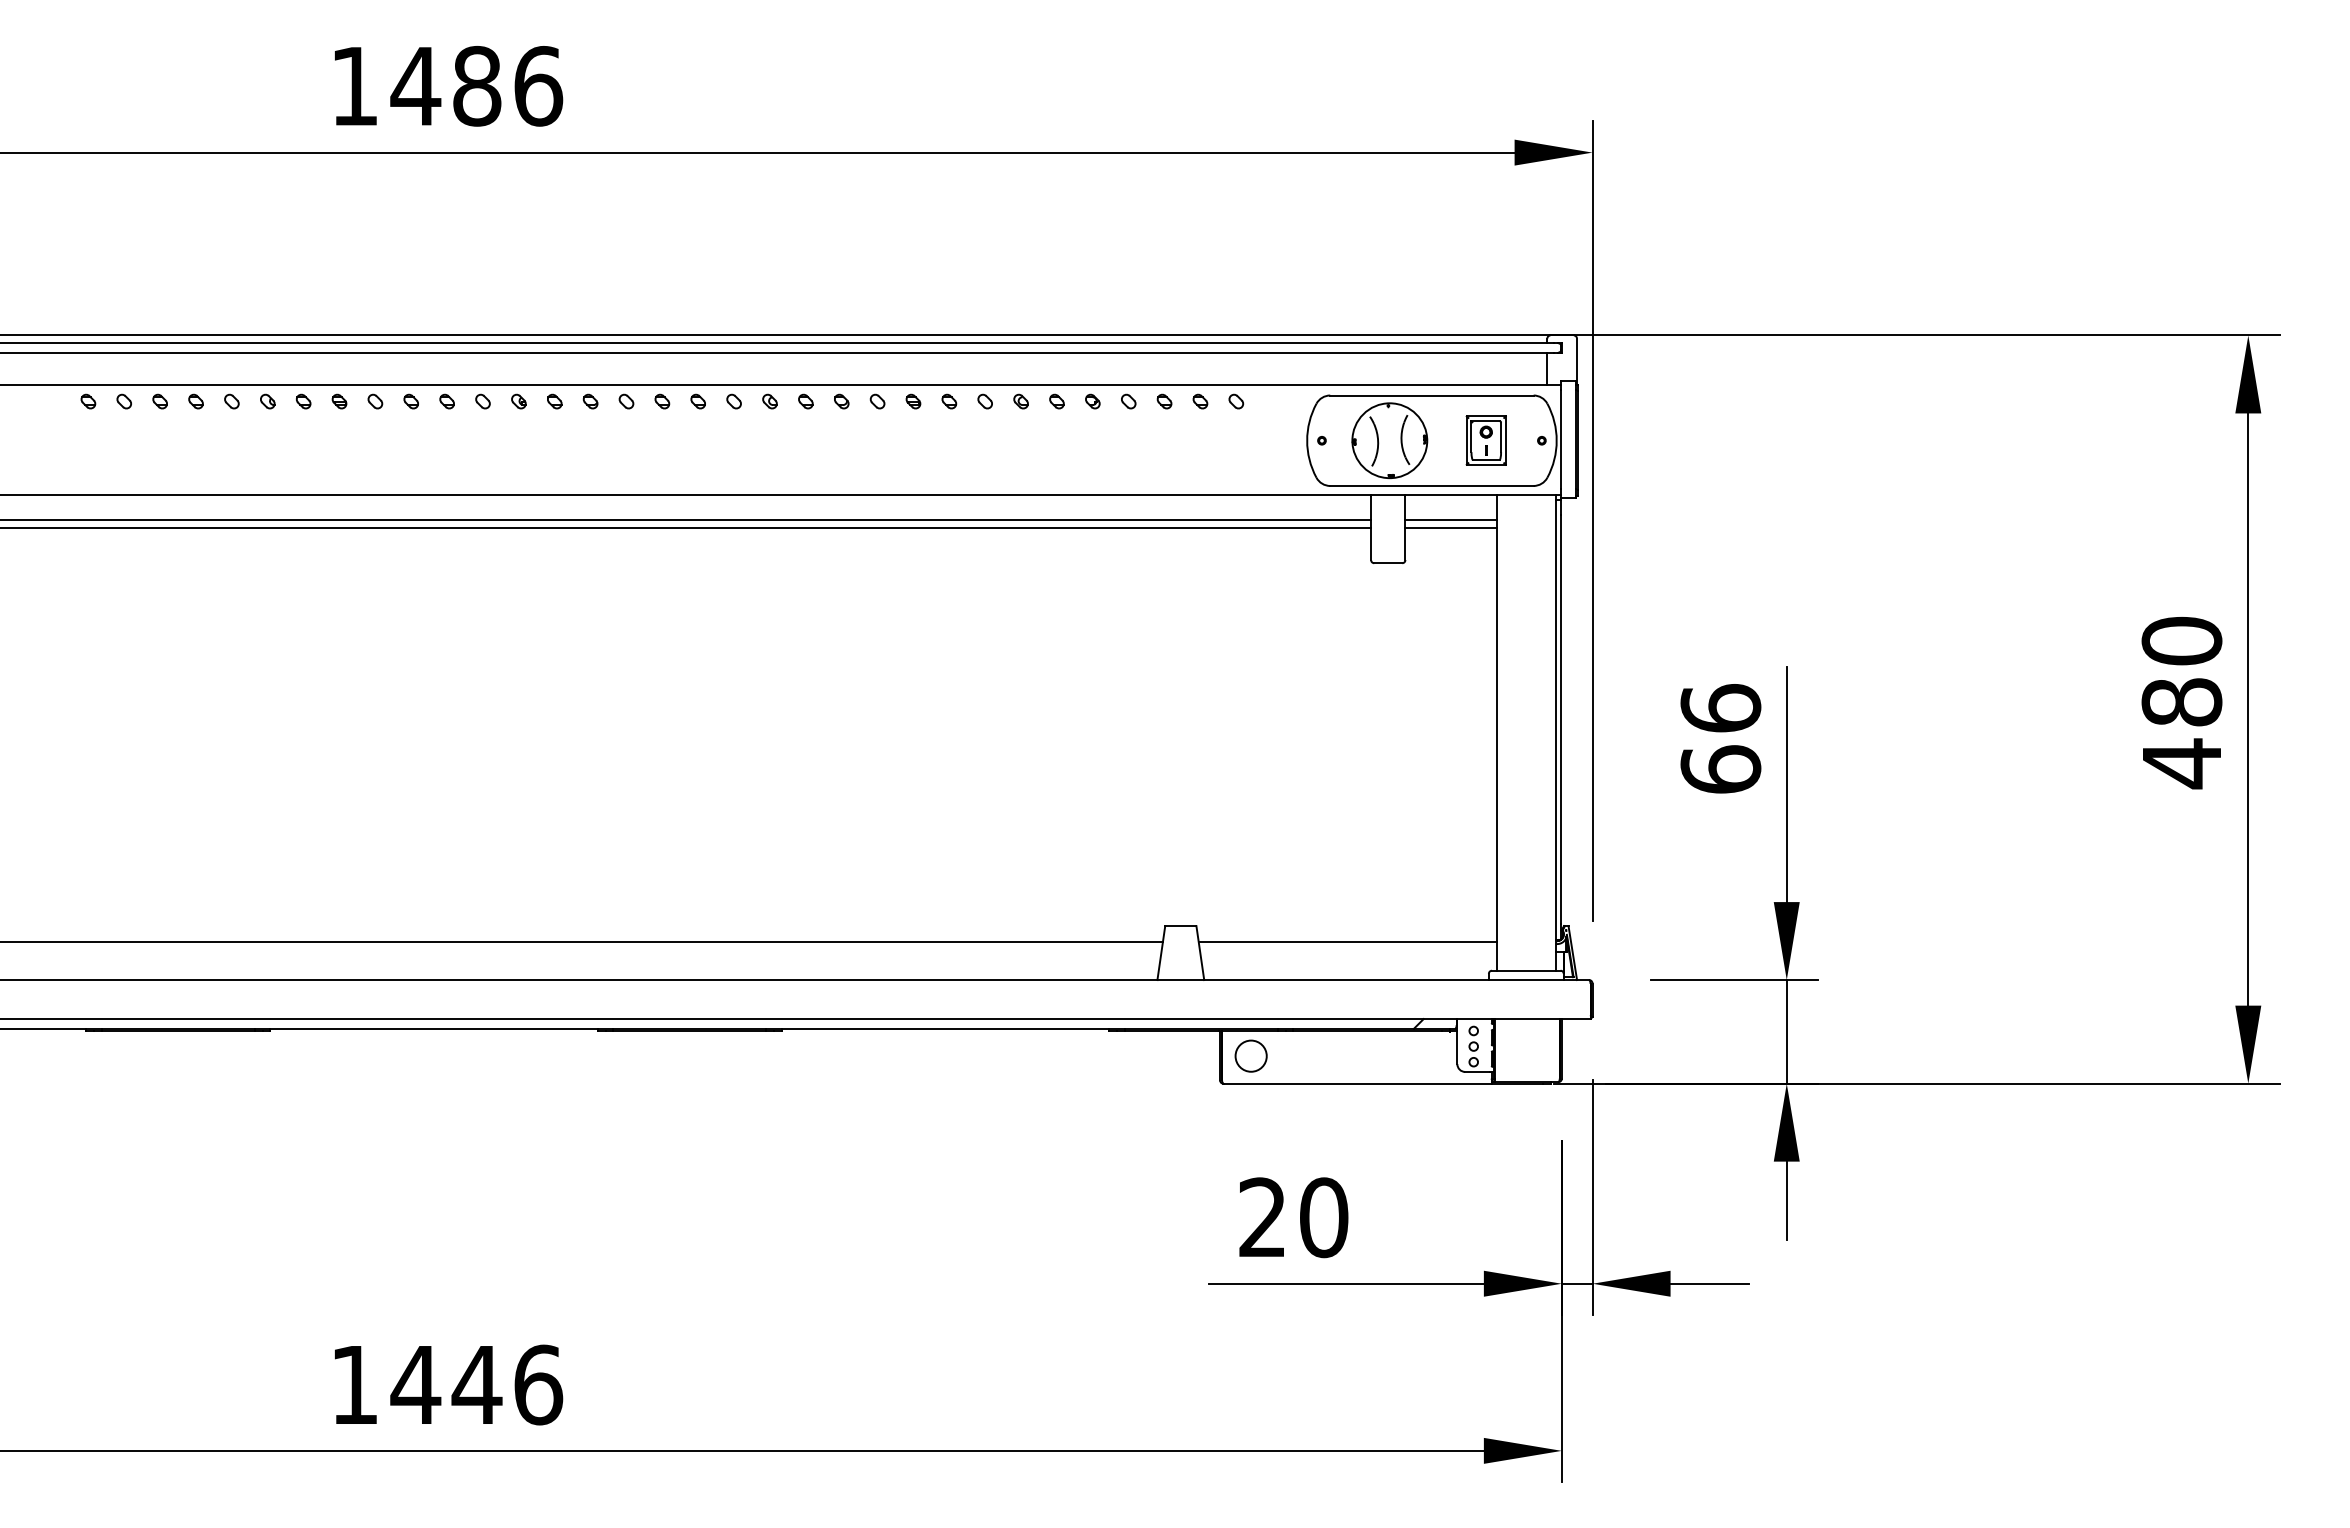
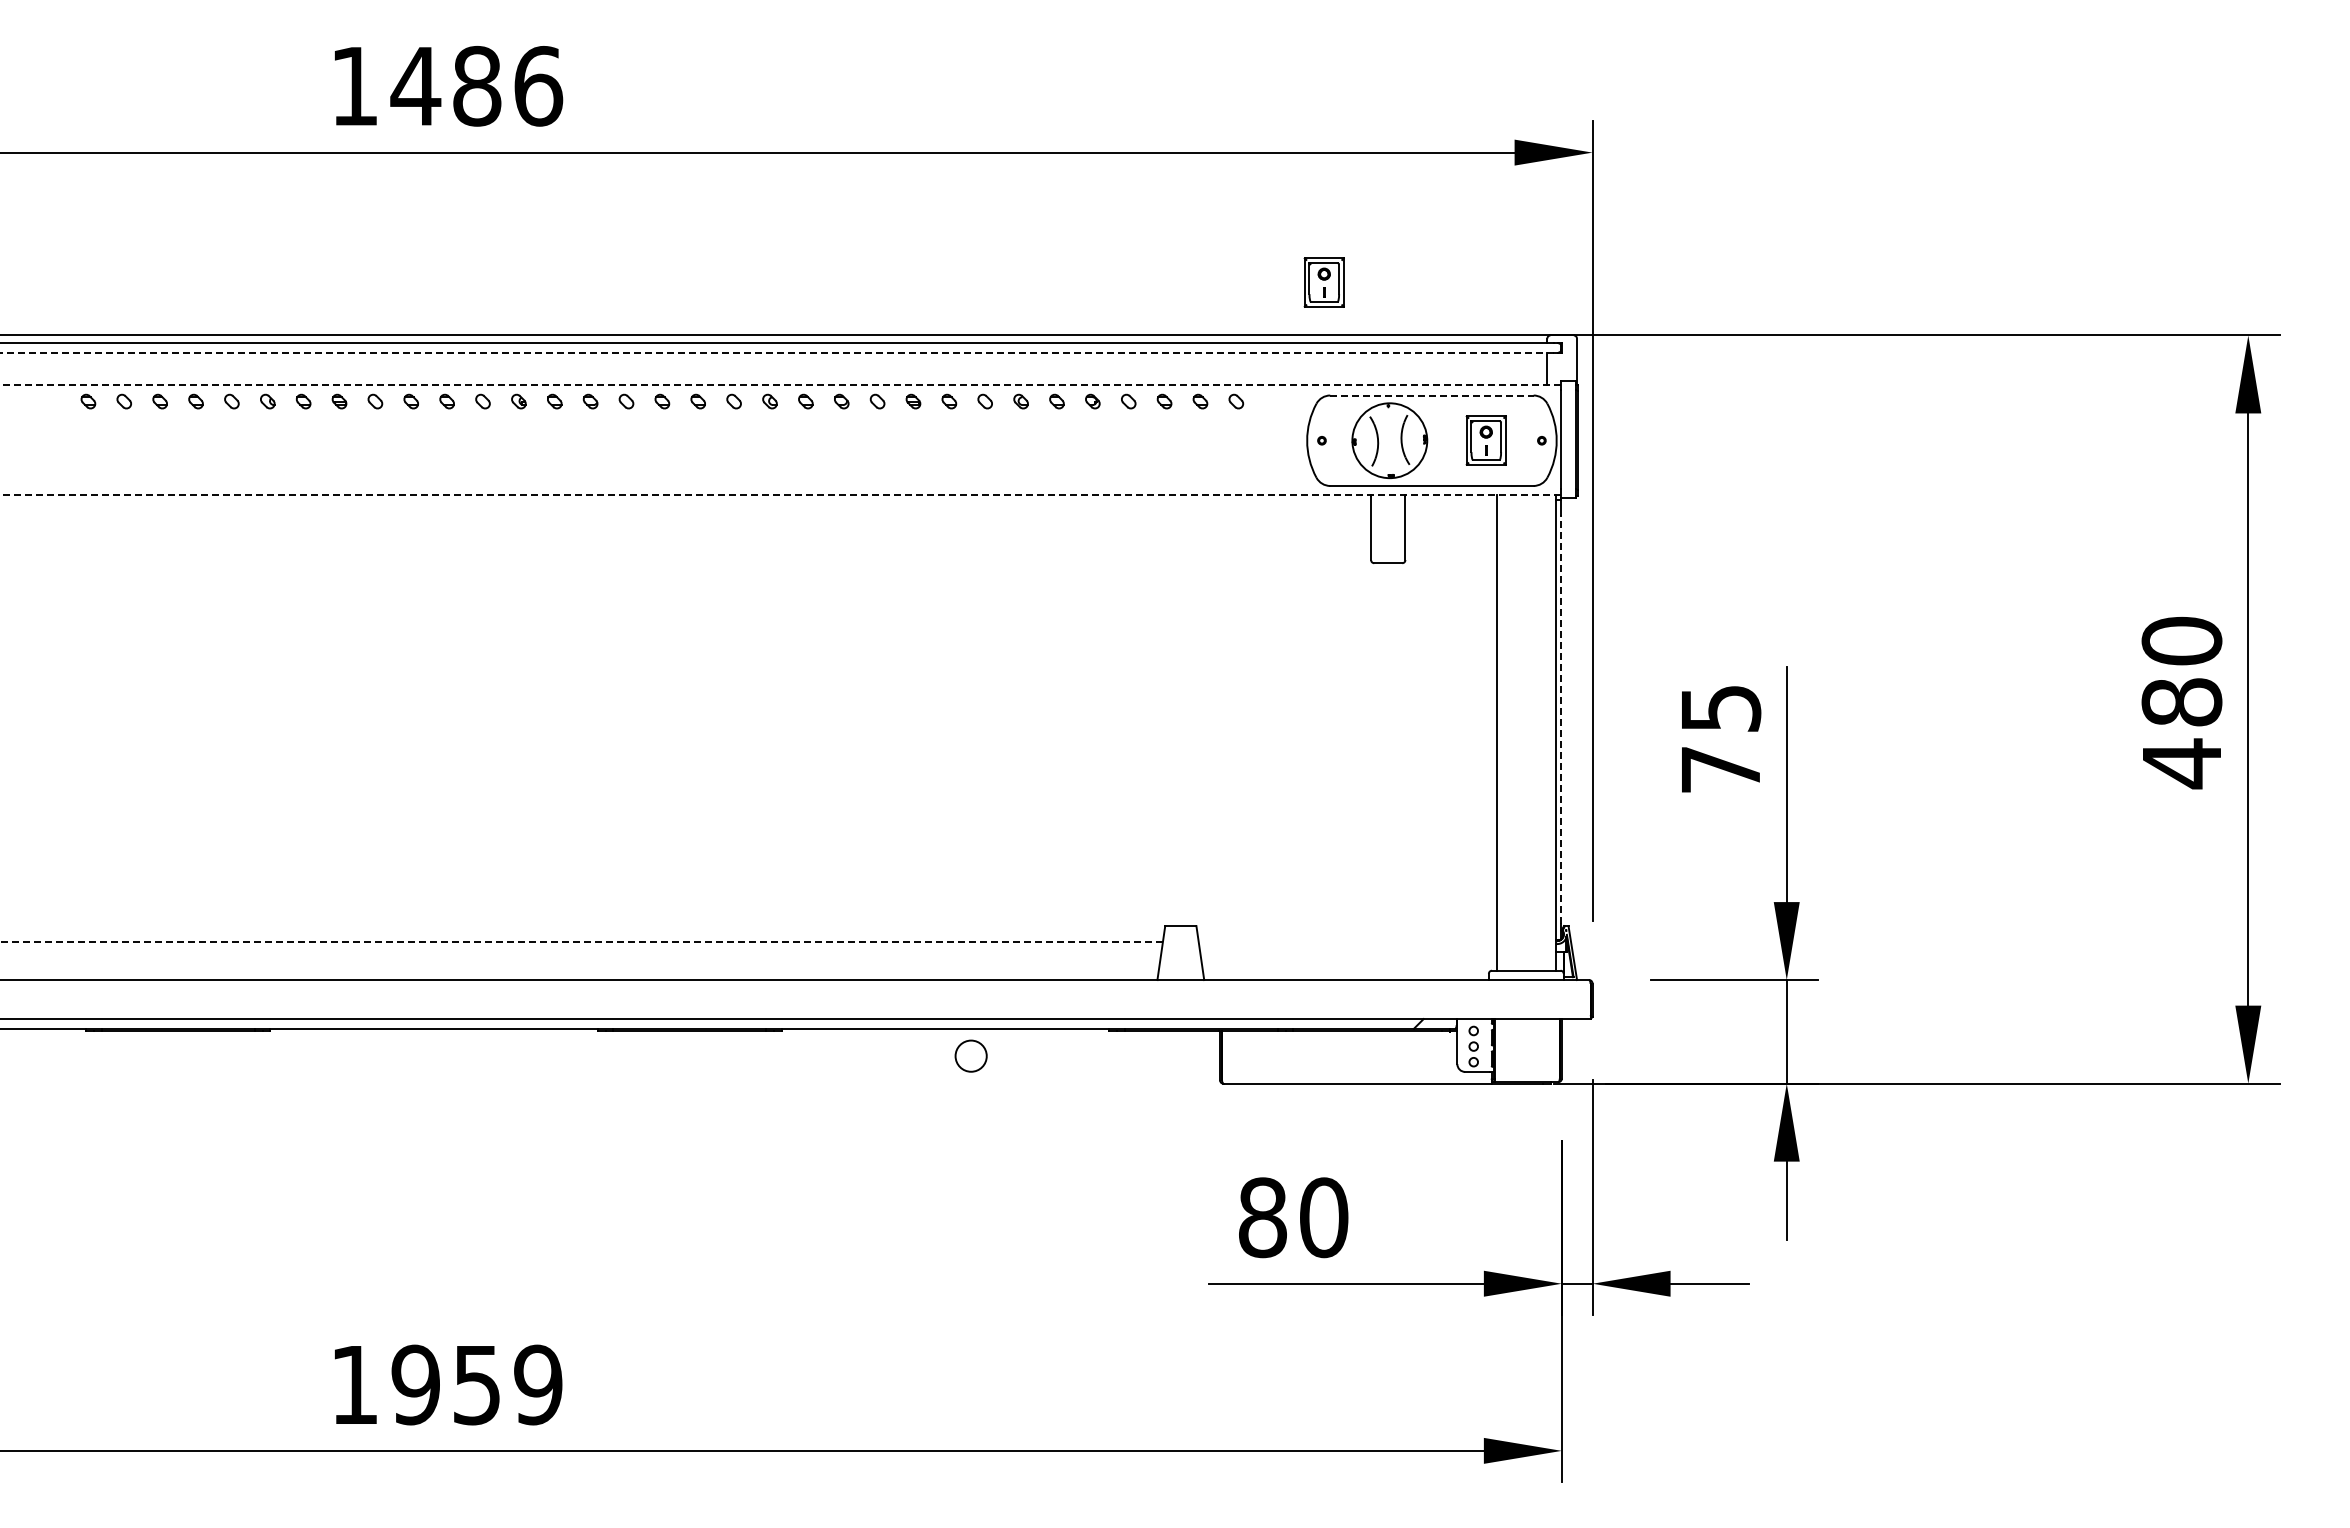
part at (1323, 282): none -> present
line at (777, 352): solid -> dashed
line at (780, 385): solid -> dashed
line at (1431, 395): solid -> dashed
line at (780, 494): solid -> dashed
line at (686, 520): present -> none
line at (1450, 520): present -> none
line at (686, 528): present -> none
line at (1450, 528): present -> none
line at (1561, 719): solid -> dashed
text at (1720, 738): 66 -> 75
line at (581, 941): solid -> dashed
line at (1347, 941): present -> none
circle at (1250, 1055) position: (1250, 1055) -> (970, 1055)
text at (1262, 1217): 20 -> 80
text at (476, 1384): 1446 -> 1959
